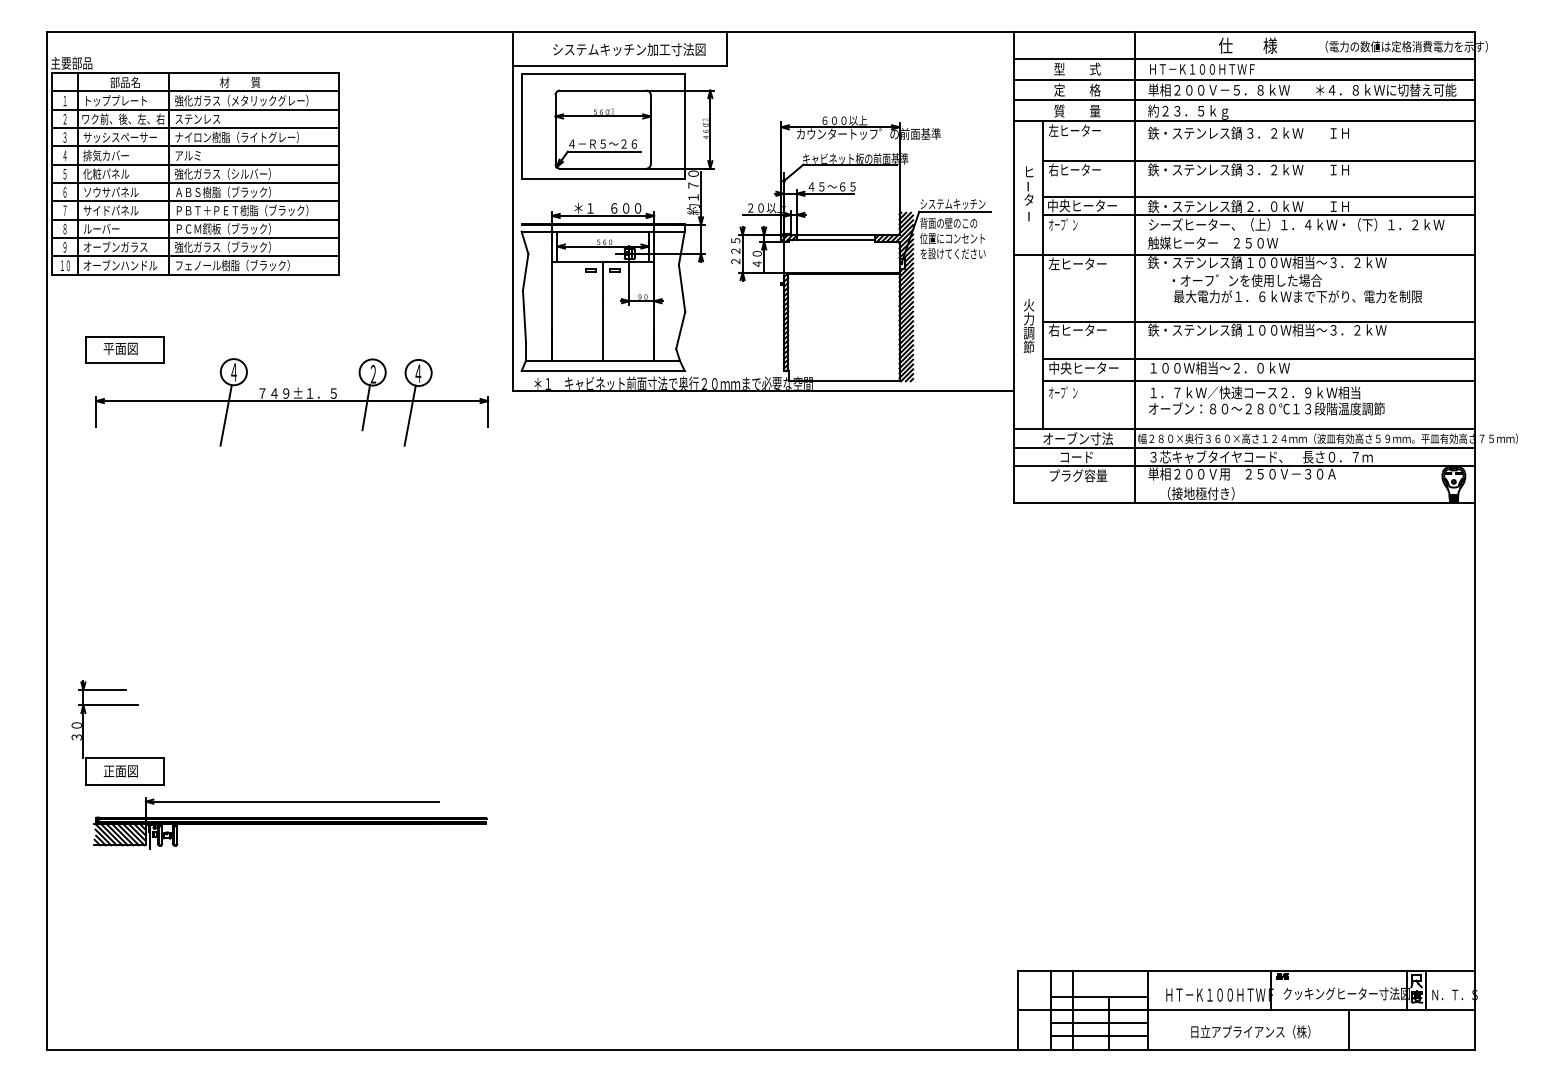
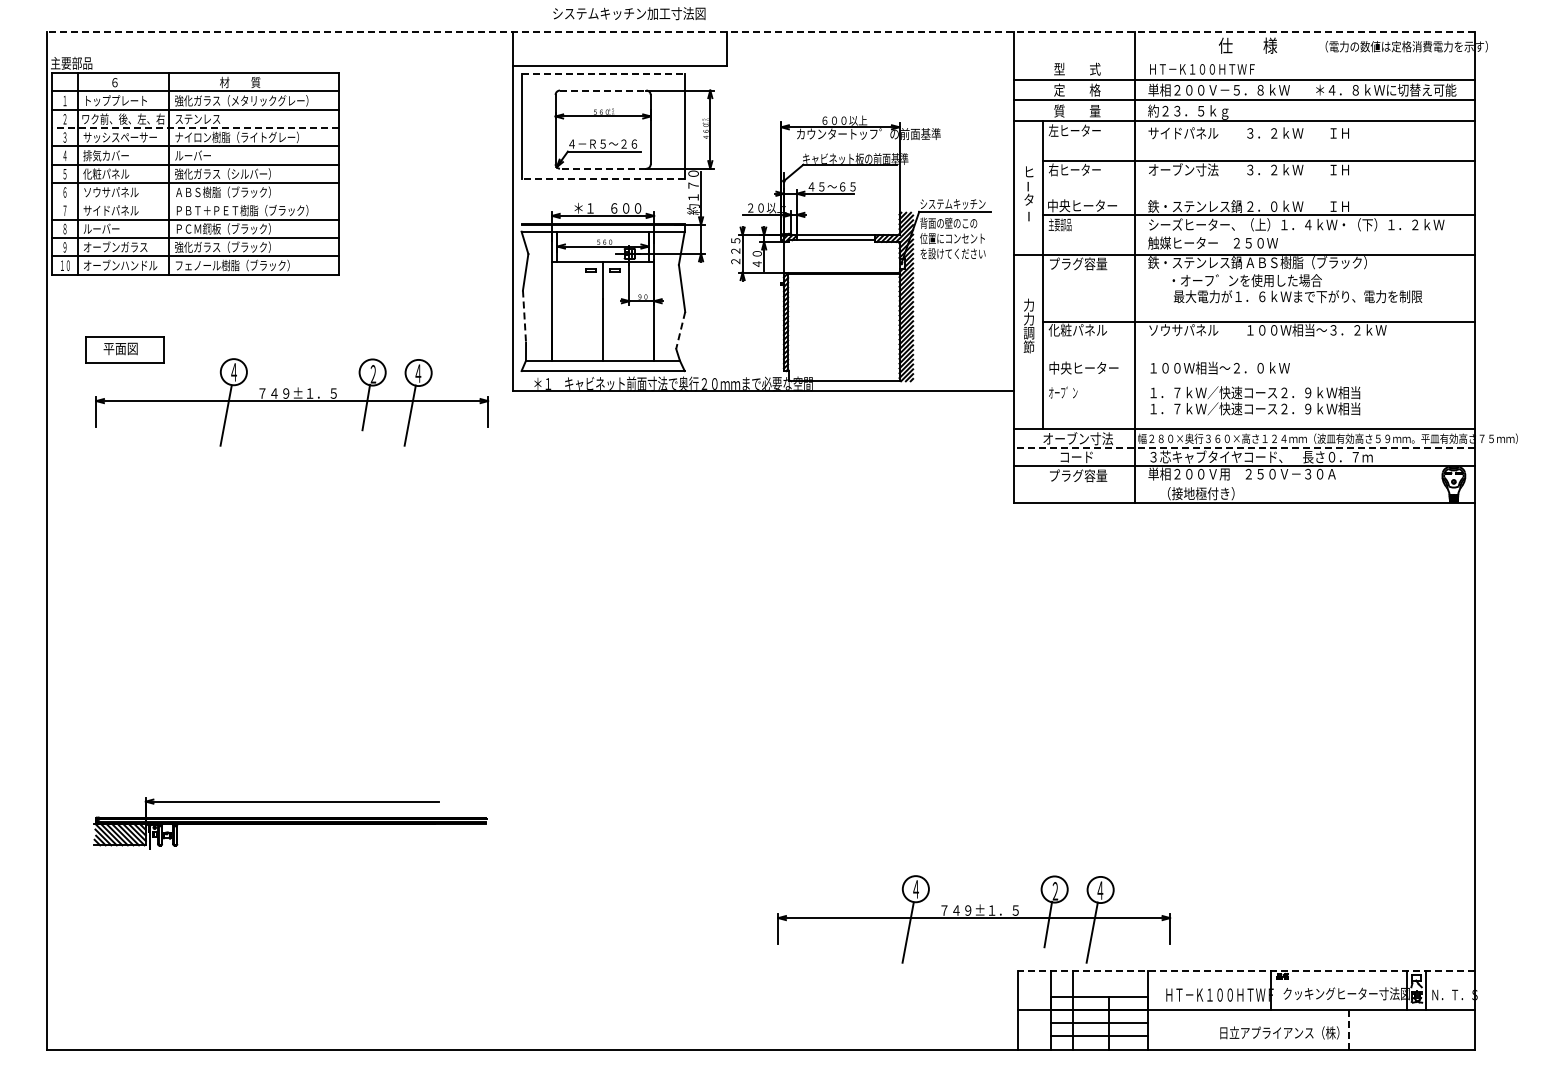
line at (760, 32): solid -> dashed
text at (629, 49) position: (629, 49) -> (629, 13)
line at (1244, 58): present -> none
line at (603, 73): solid -> dashed
text at (124, 82): 部品名 -> ６
line at (603, 90): solid -> dashed
line at (195, 128): solid -> dashed
text at (1194, 132): 鉄・ステンレス鍋 -> サイドパネル
text at (192, 155): アルミ -> ルーバー
line at (602, 168): solid -> dashed
text at (1194, 169): 鉄・ステンレス鍋 -> オーブン寸法
line at (603, 178): solid -> dashed
line at (1258, 197): present -> none
line at (195, 201): present -> none
text at (1062, 224): オーフ゛ン -> 主要部品
text at (1316, 262): １００Ｗ相当～３．２ｋＷ -> ＡＢＳ樹脂（ブラック）
text at (1077, 263): 左ヒーター -> プラグ容量
text at (1029, 304): 火 -> 力
line at (524, 317): solid -> dashed
text at (1077, 329): 右ヒーター -> 化粧パネル
text at (1194, 329): 鉄・ステンレス鍋 -> ソウサパネル
line at (680, 330): solid -> dashed
line at (1258, 358): present -> none
line at (1258, 380): present -> none
text at (1266, 408): オーブン：８０～２８０℃１３段階温度調節 -> １．７ｋＷ／快速コース２．９ｋＷ相当
line at (1243, 447): solid -> dashed
part at (117, 757): present -> none
part at (974, 919): none -> present
line at (1245, 971): solid -> dashed
line at (1349, 1029): solid -> dashed
text at (1250, 1031) position: (1250, 1031) -> (1279, 1032)
